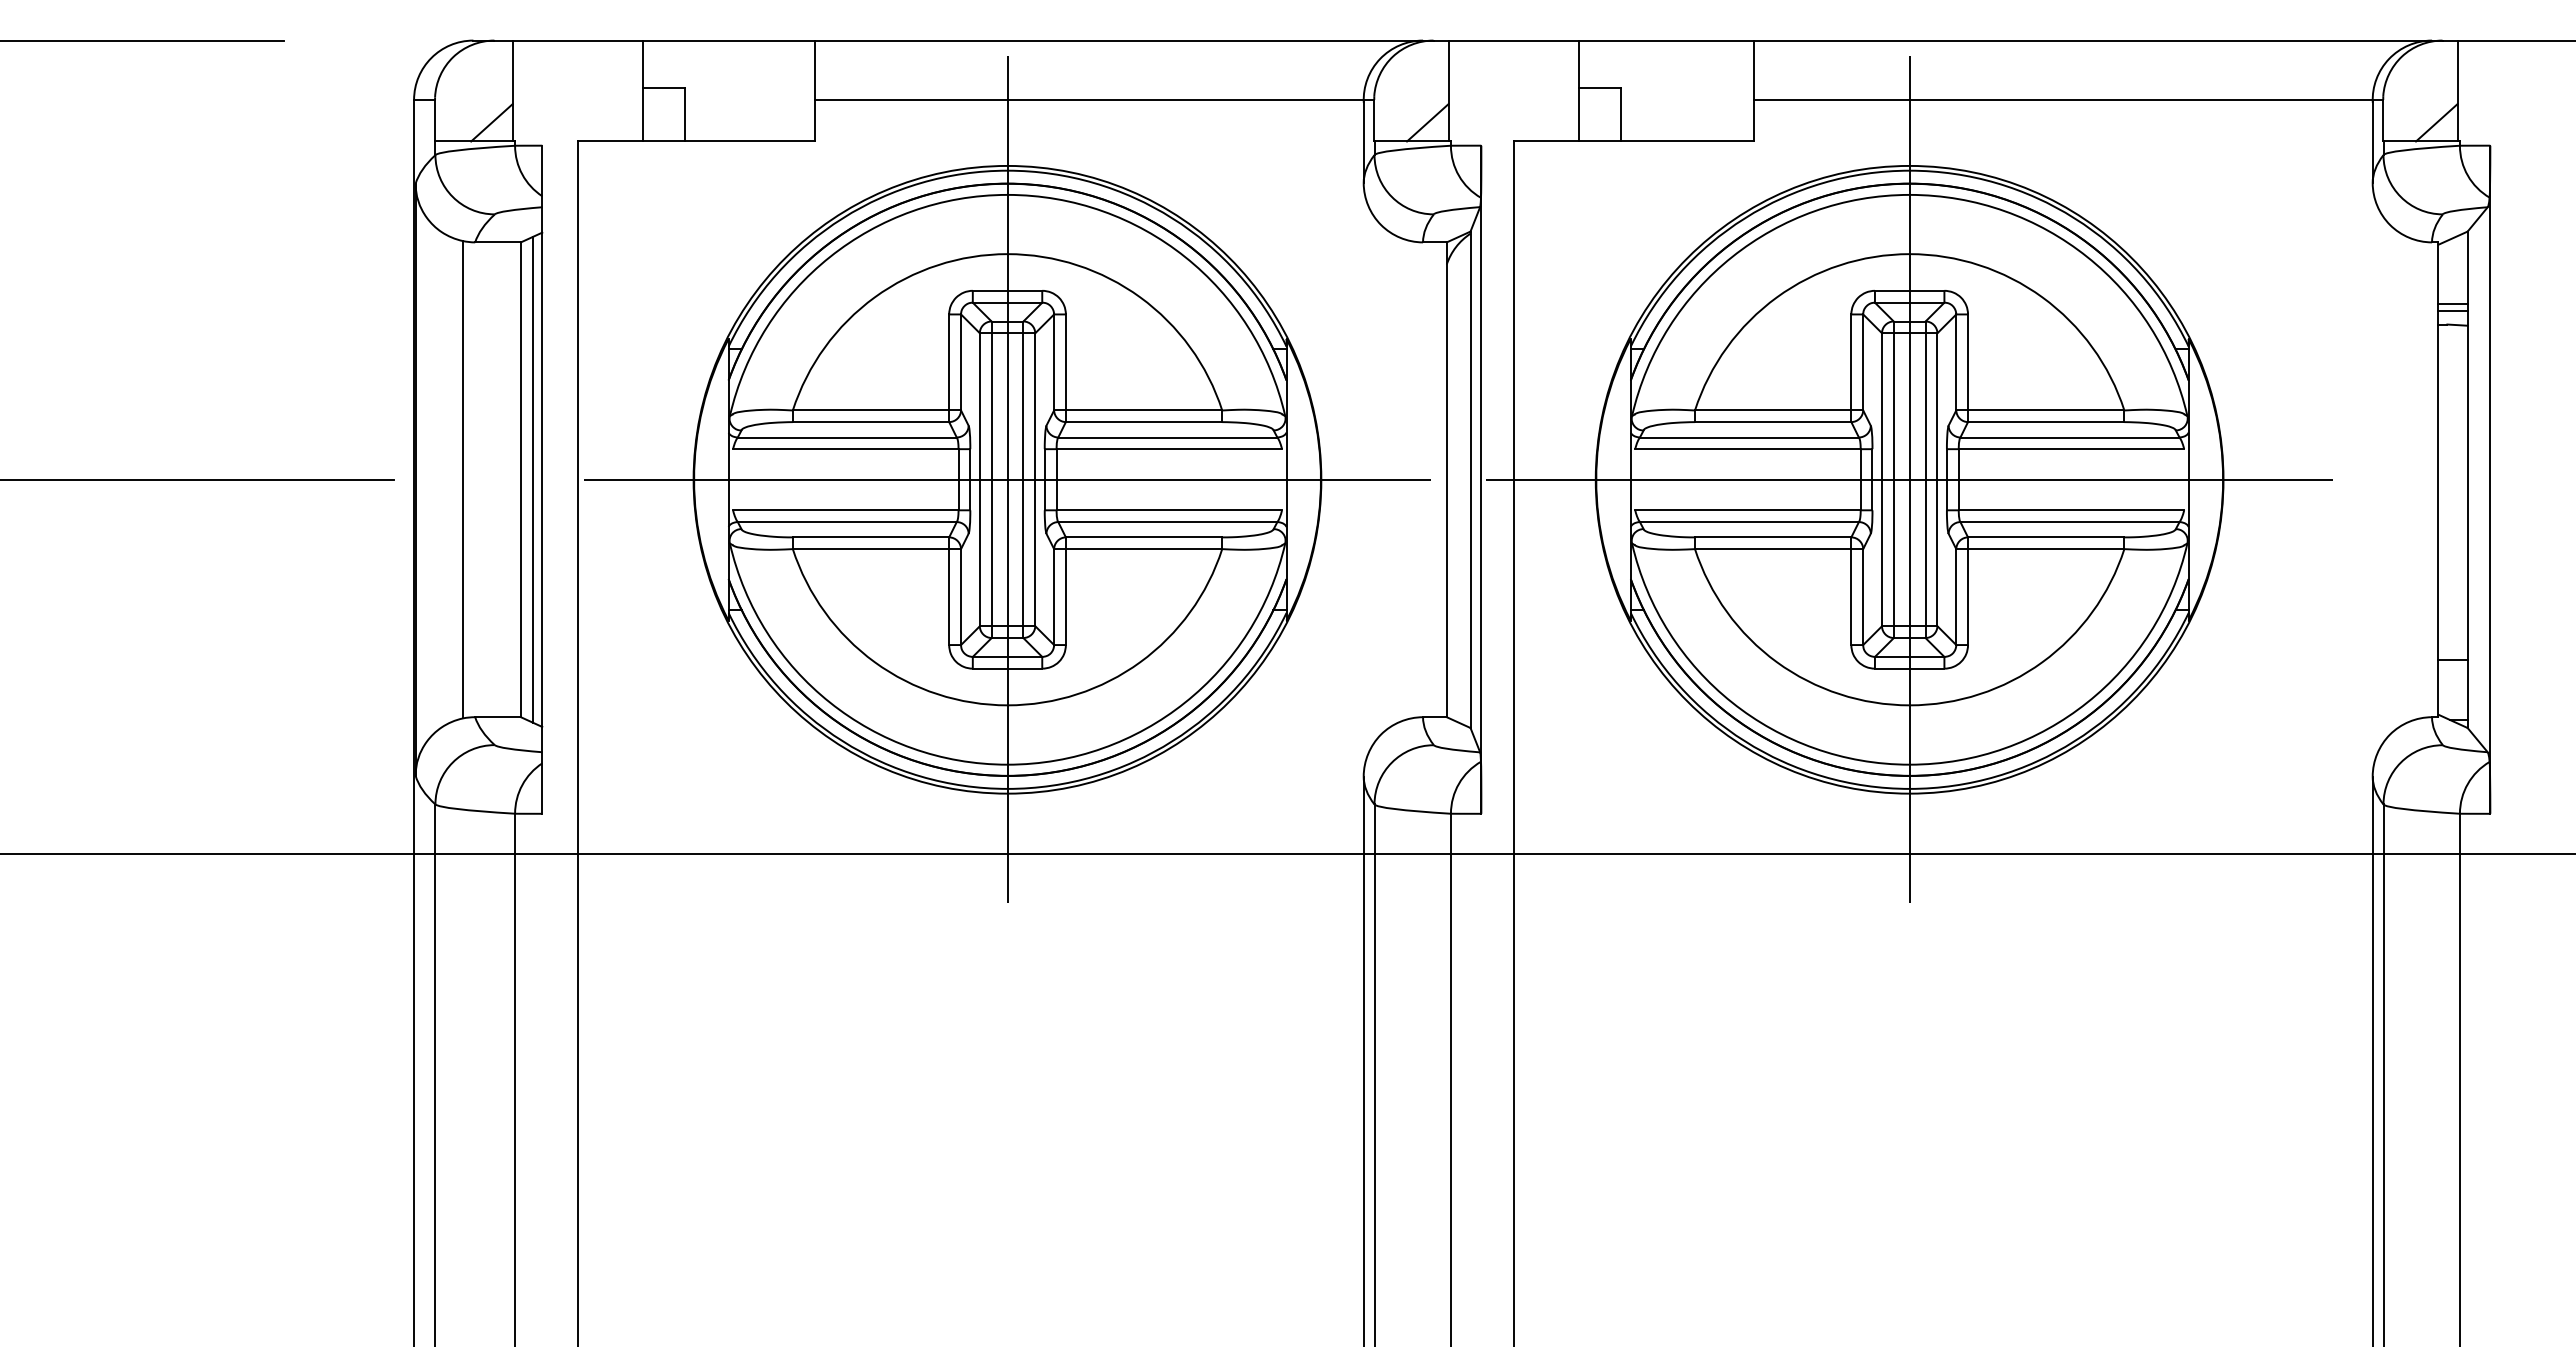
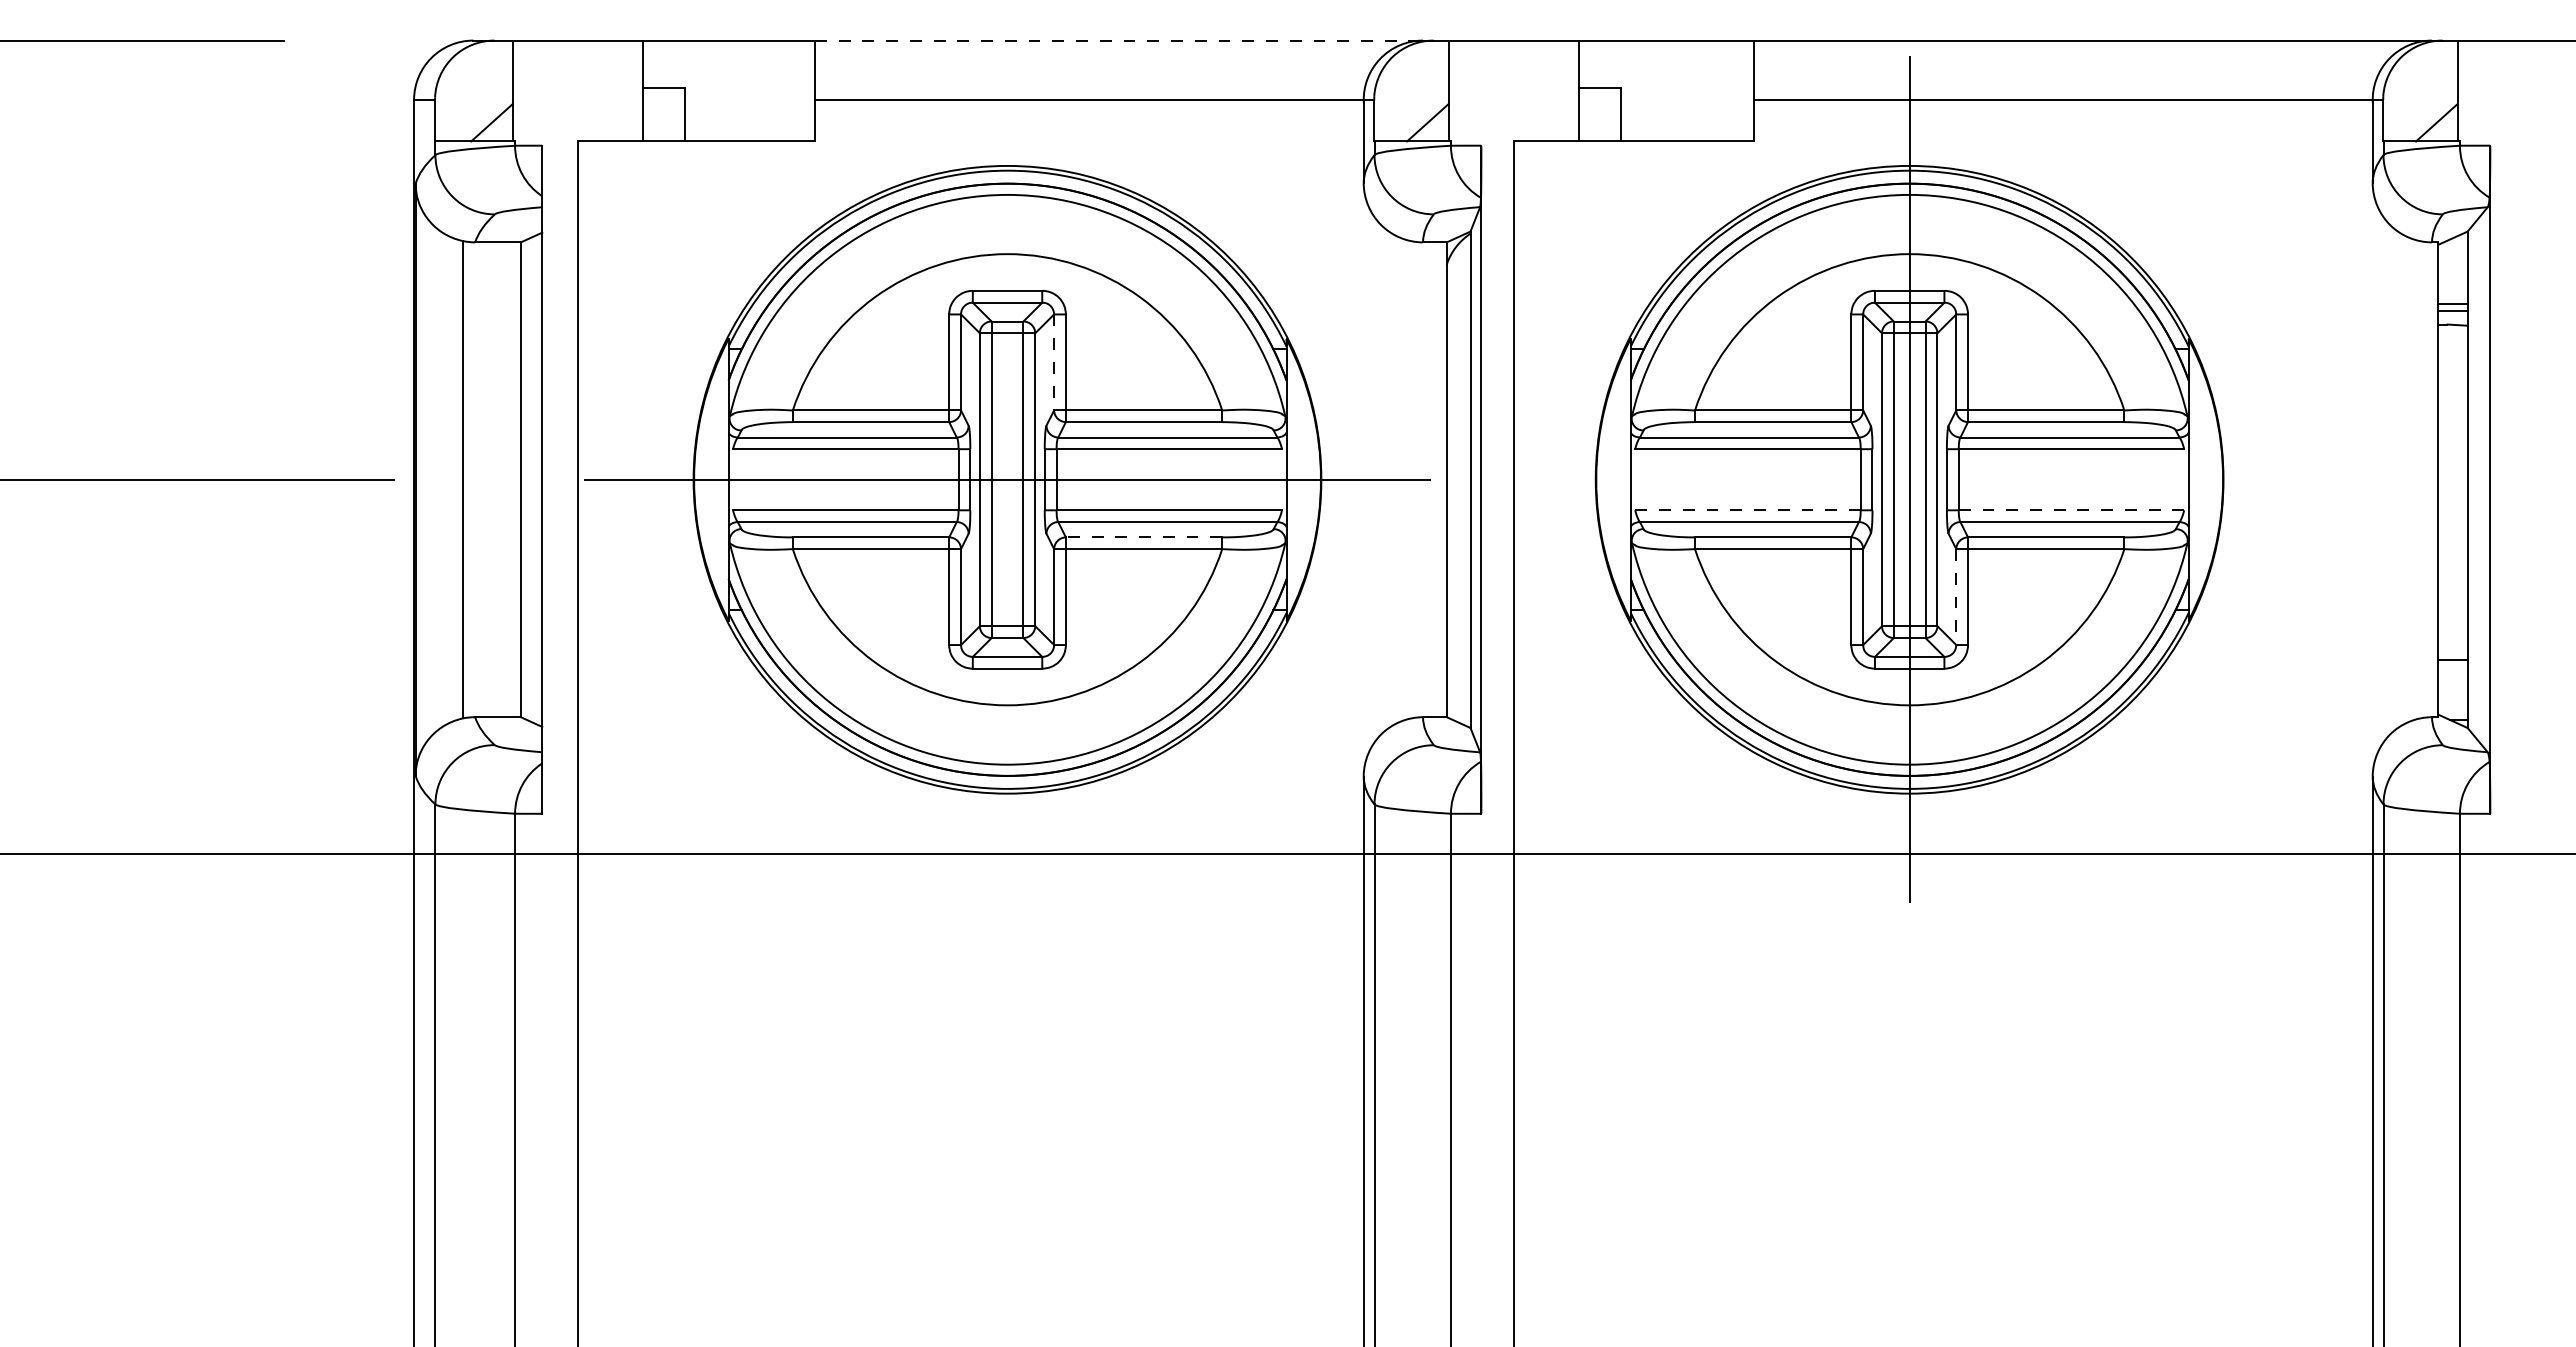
line at (1119, 40): solid -> dashed
line at (1054, 362): solid -> dashed
line at (532, 479): present -> none
line at (1007, 479): present -> none
line at (1909, 479): present -> none
line at (1748, 510): solid -> dashed
line at (2071, 510): solid -> dashed
line at (1143, 537): solid -> dashed
line at (1956, 597): solid -> dashed
